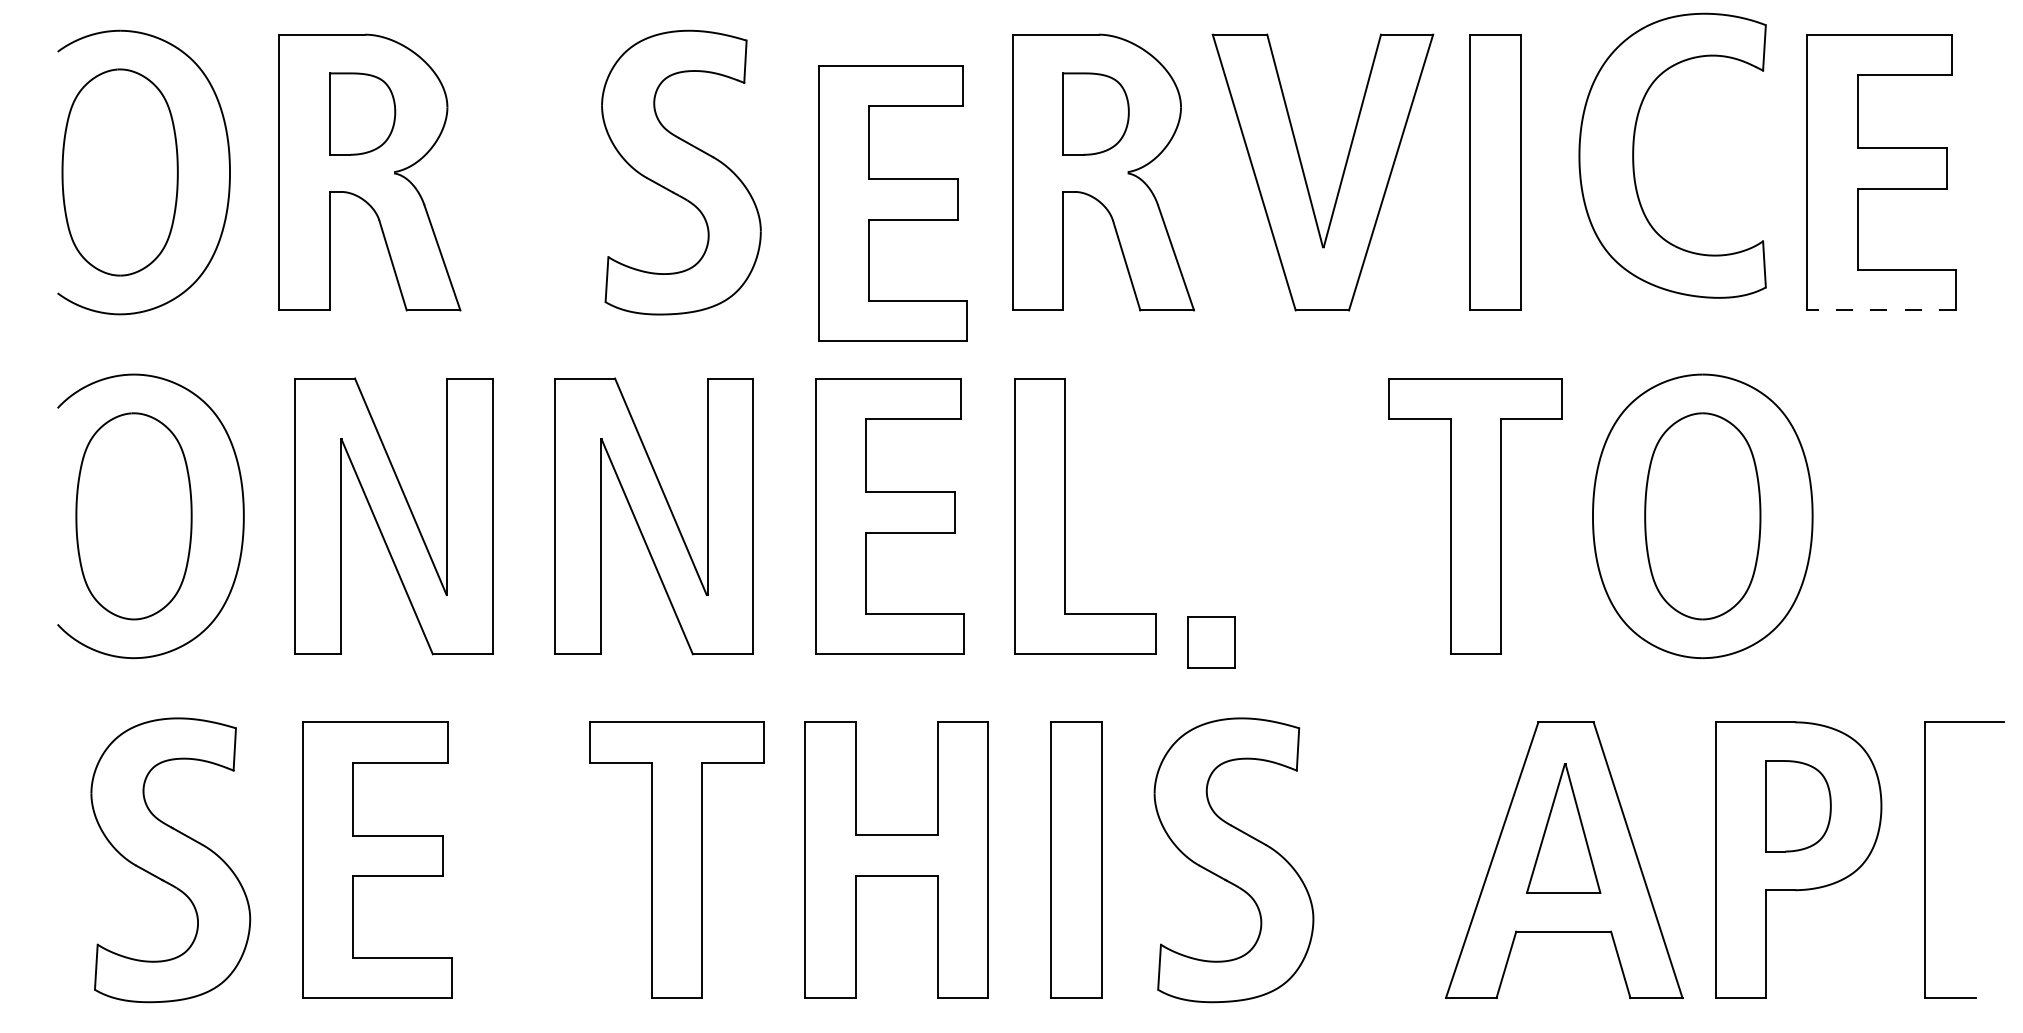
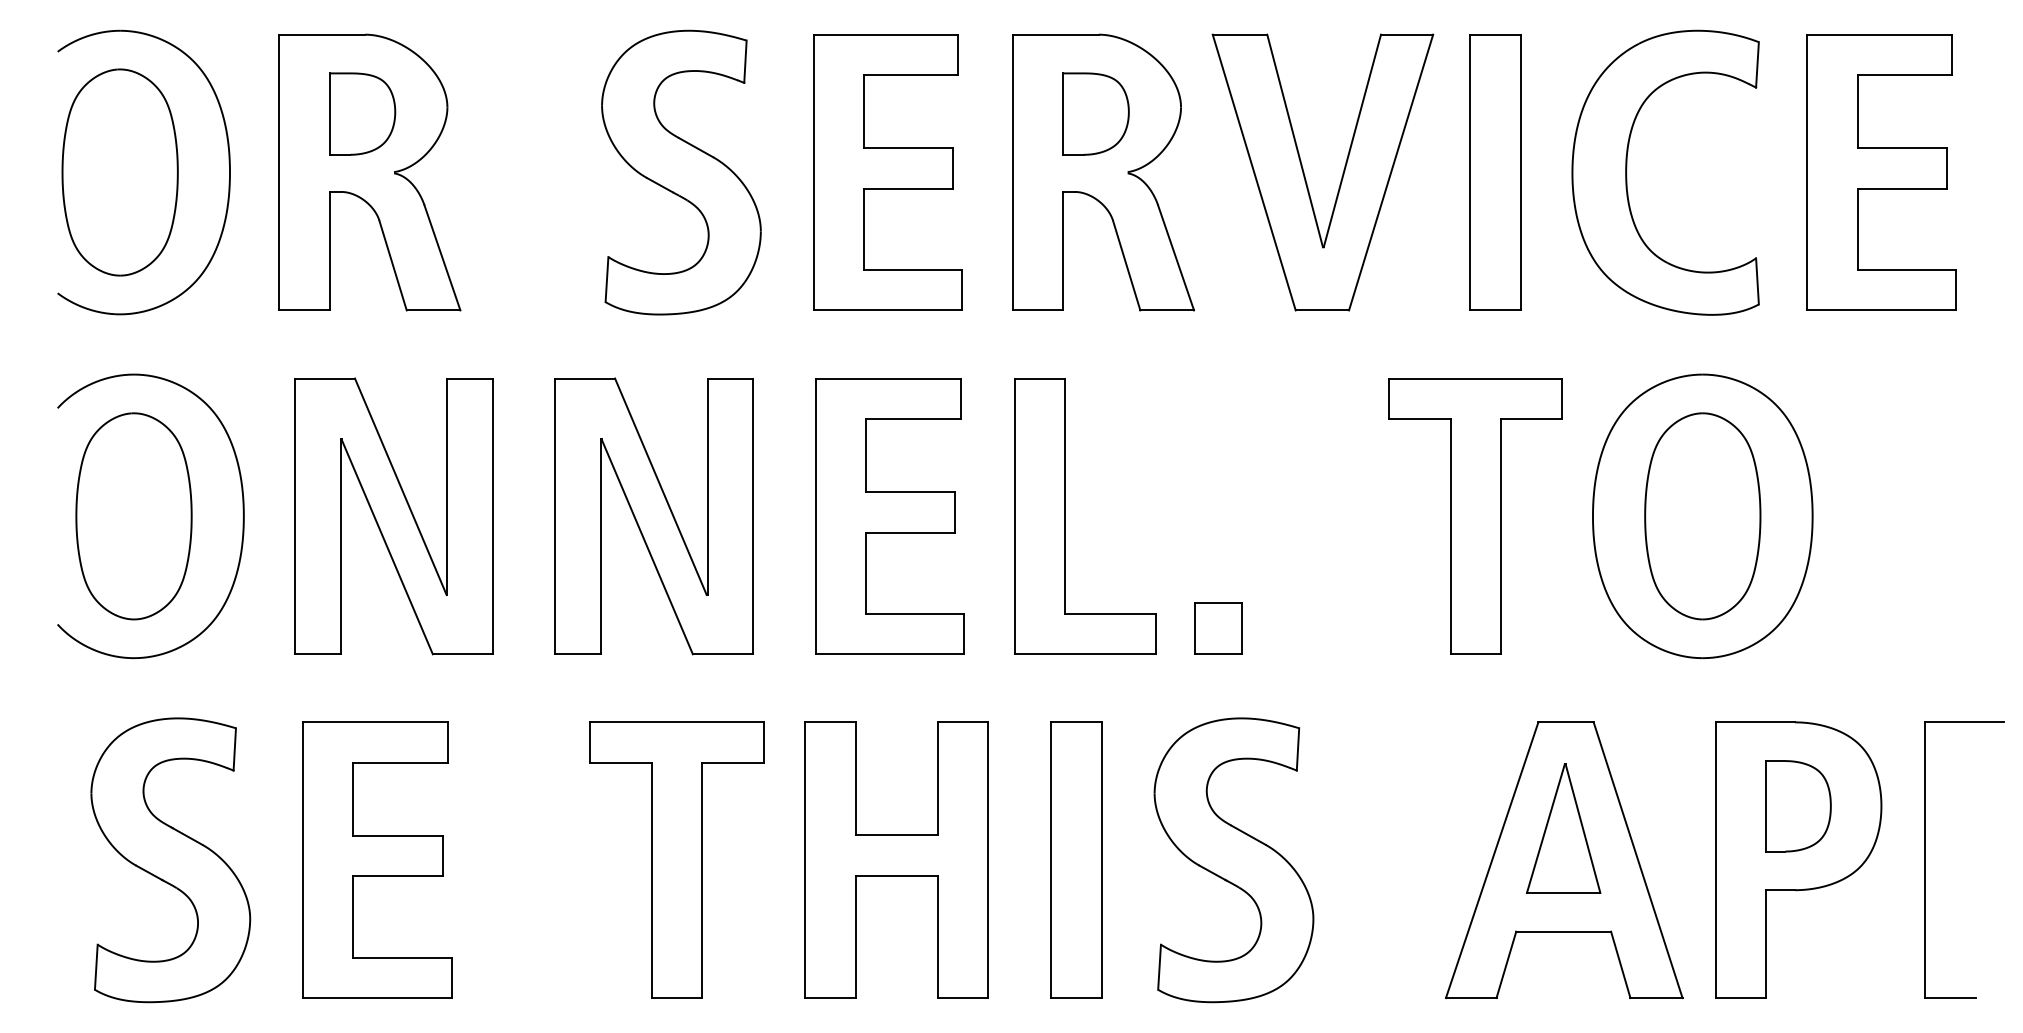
part at (1634, 153) position: (1634, 153) -> (1627, 170)
part at (892, 203) position: (892, 203) -> (887, 172)
line at (1881, 310): dashed -> solid
part at (1211, 642) position: (1211, 642) -> (1218, 628)
